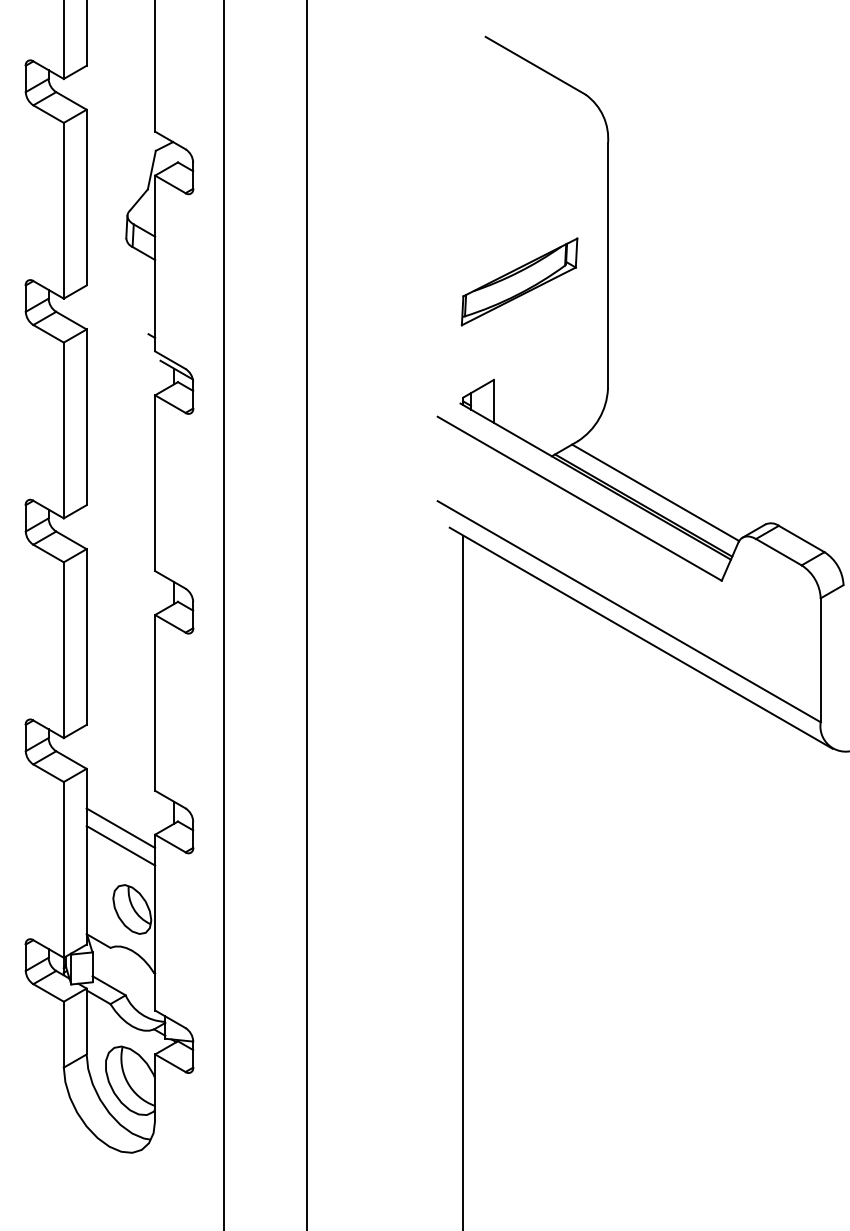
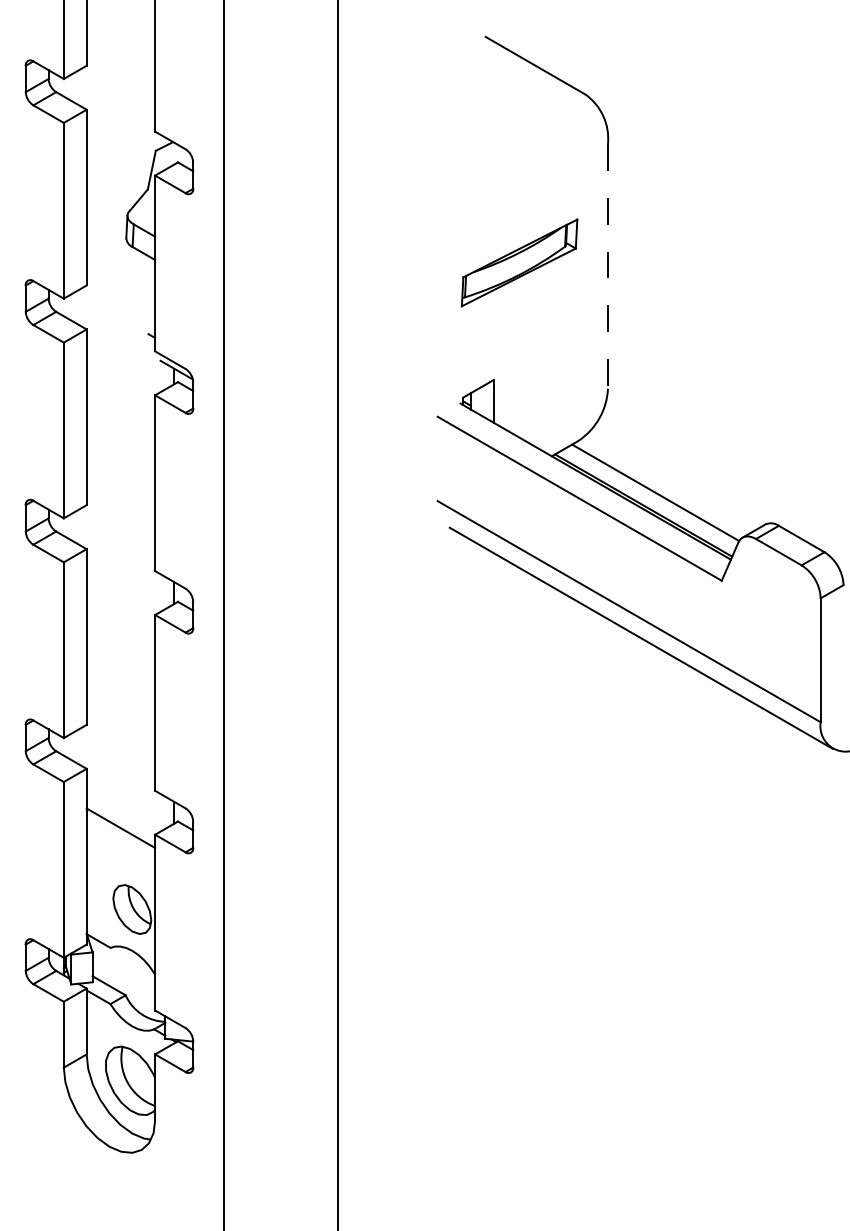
line at (607, 266): solid -> dashed
part at (519, 281) position: (519, 281) -> (519, 262)
line at (306, 614) position: (306, 614) -> (337, 614)
line at (120, 845): present -> none
line at (463, 881): present -> none
